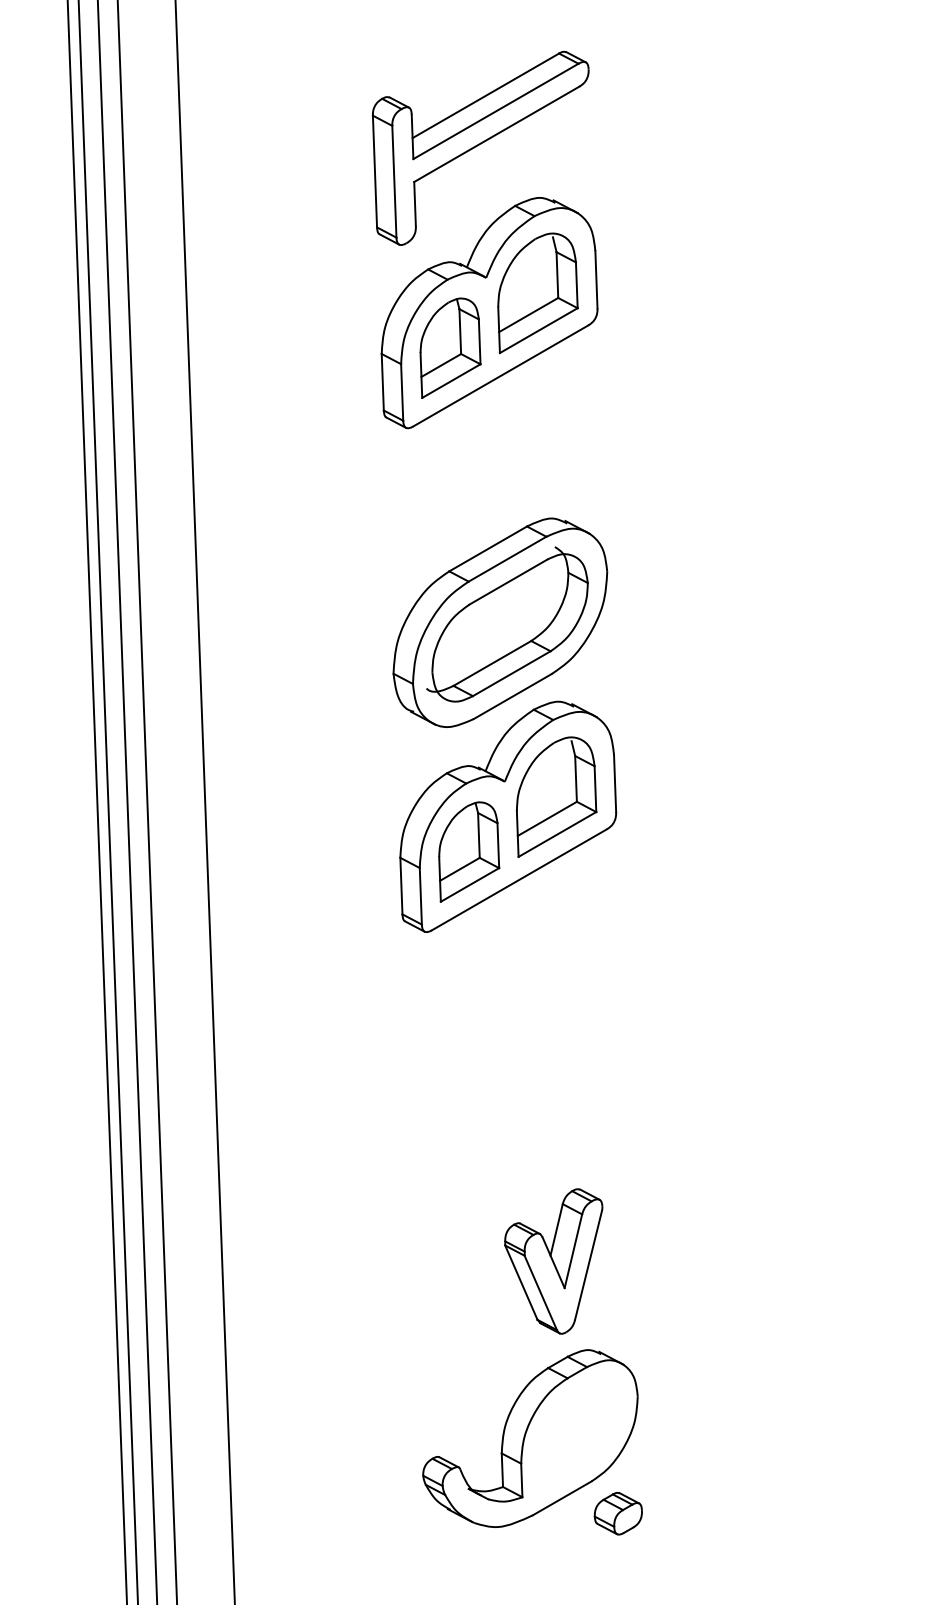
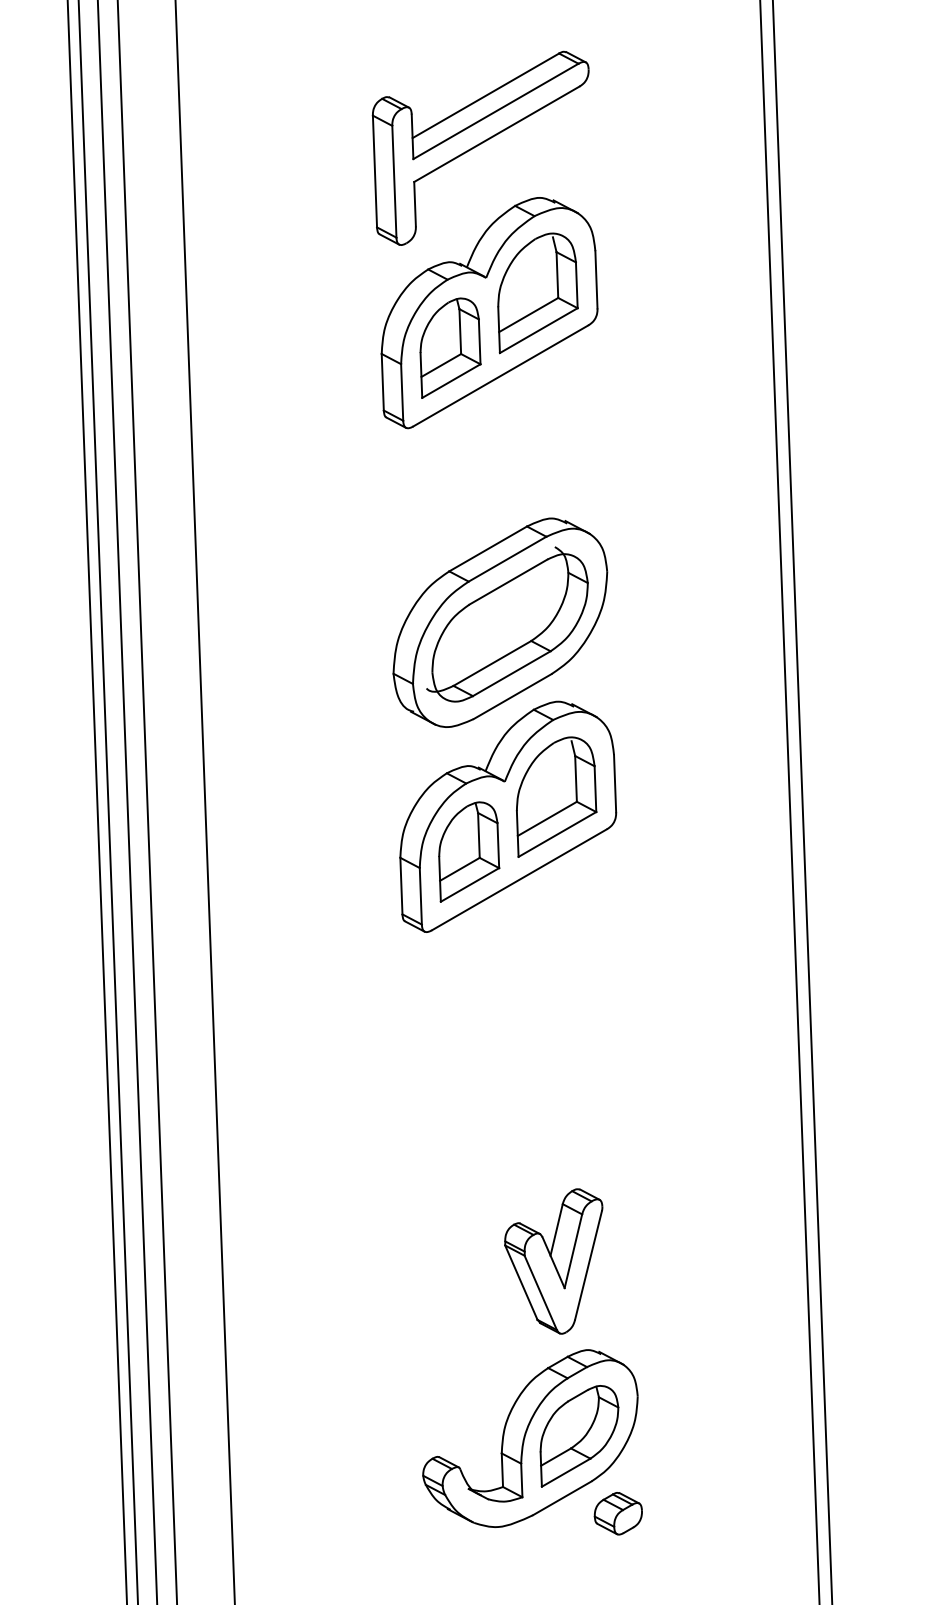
line at (789, 801): none -> present
line at (802, 801): none -> present
part at (579, 1436): none -> present
